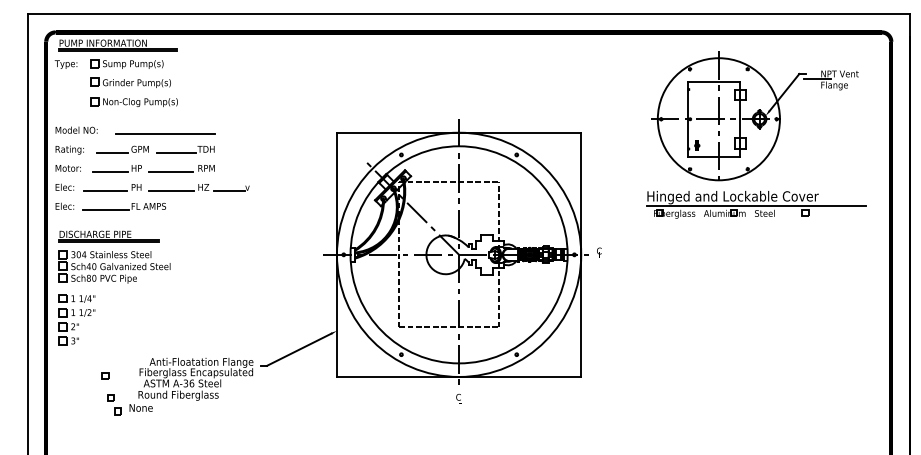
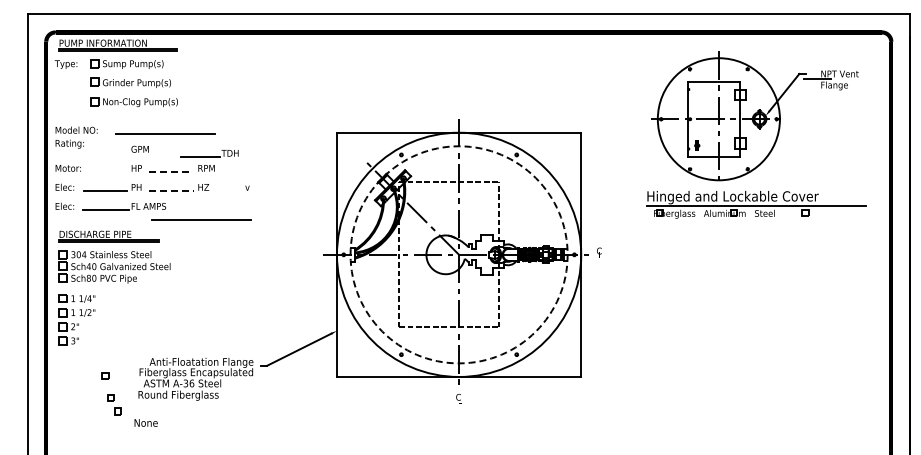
text at (69, 149) position: (69, 149) -> (69, 143)
part at (185, 149) position: (185, 149) -> (209, 153)
line at (112, 152): present -> none
line at (109, 171): present -> none
line at (171, 171): solid -> dashed
line at (171, 190): solid -> dashed
line at (229, 190): present -> none
line at (201, 219): none -> present
circle at (458, 254): solid -> dashed
text at (140, 407) position: (140, 407) -> (145, 422)
